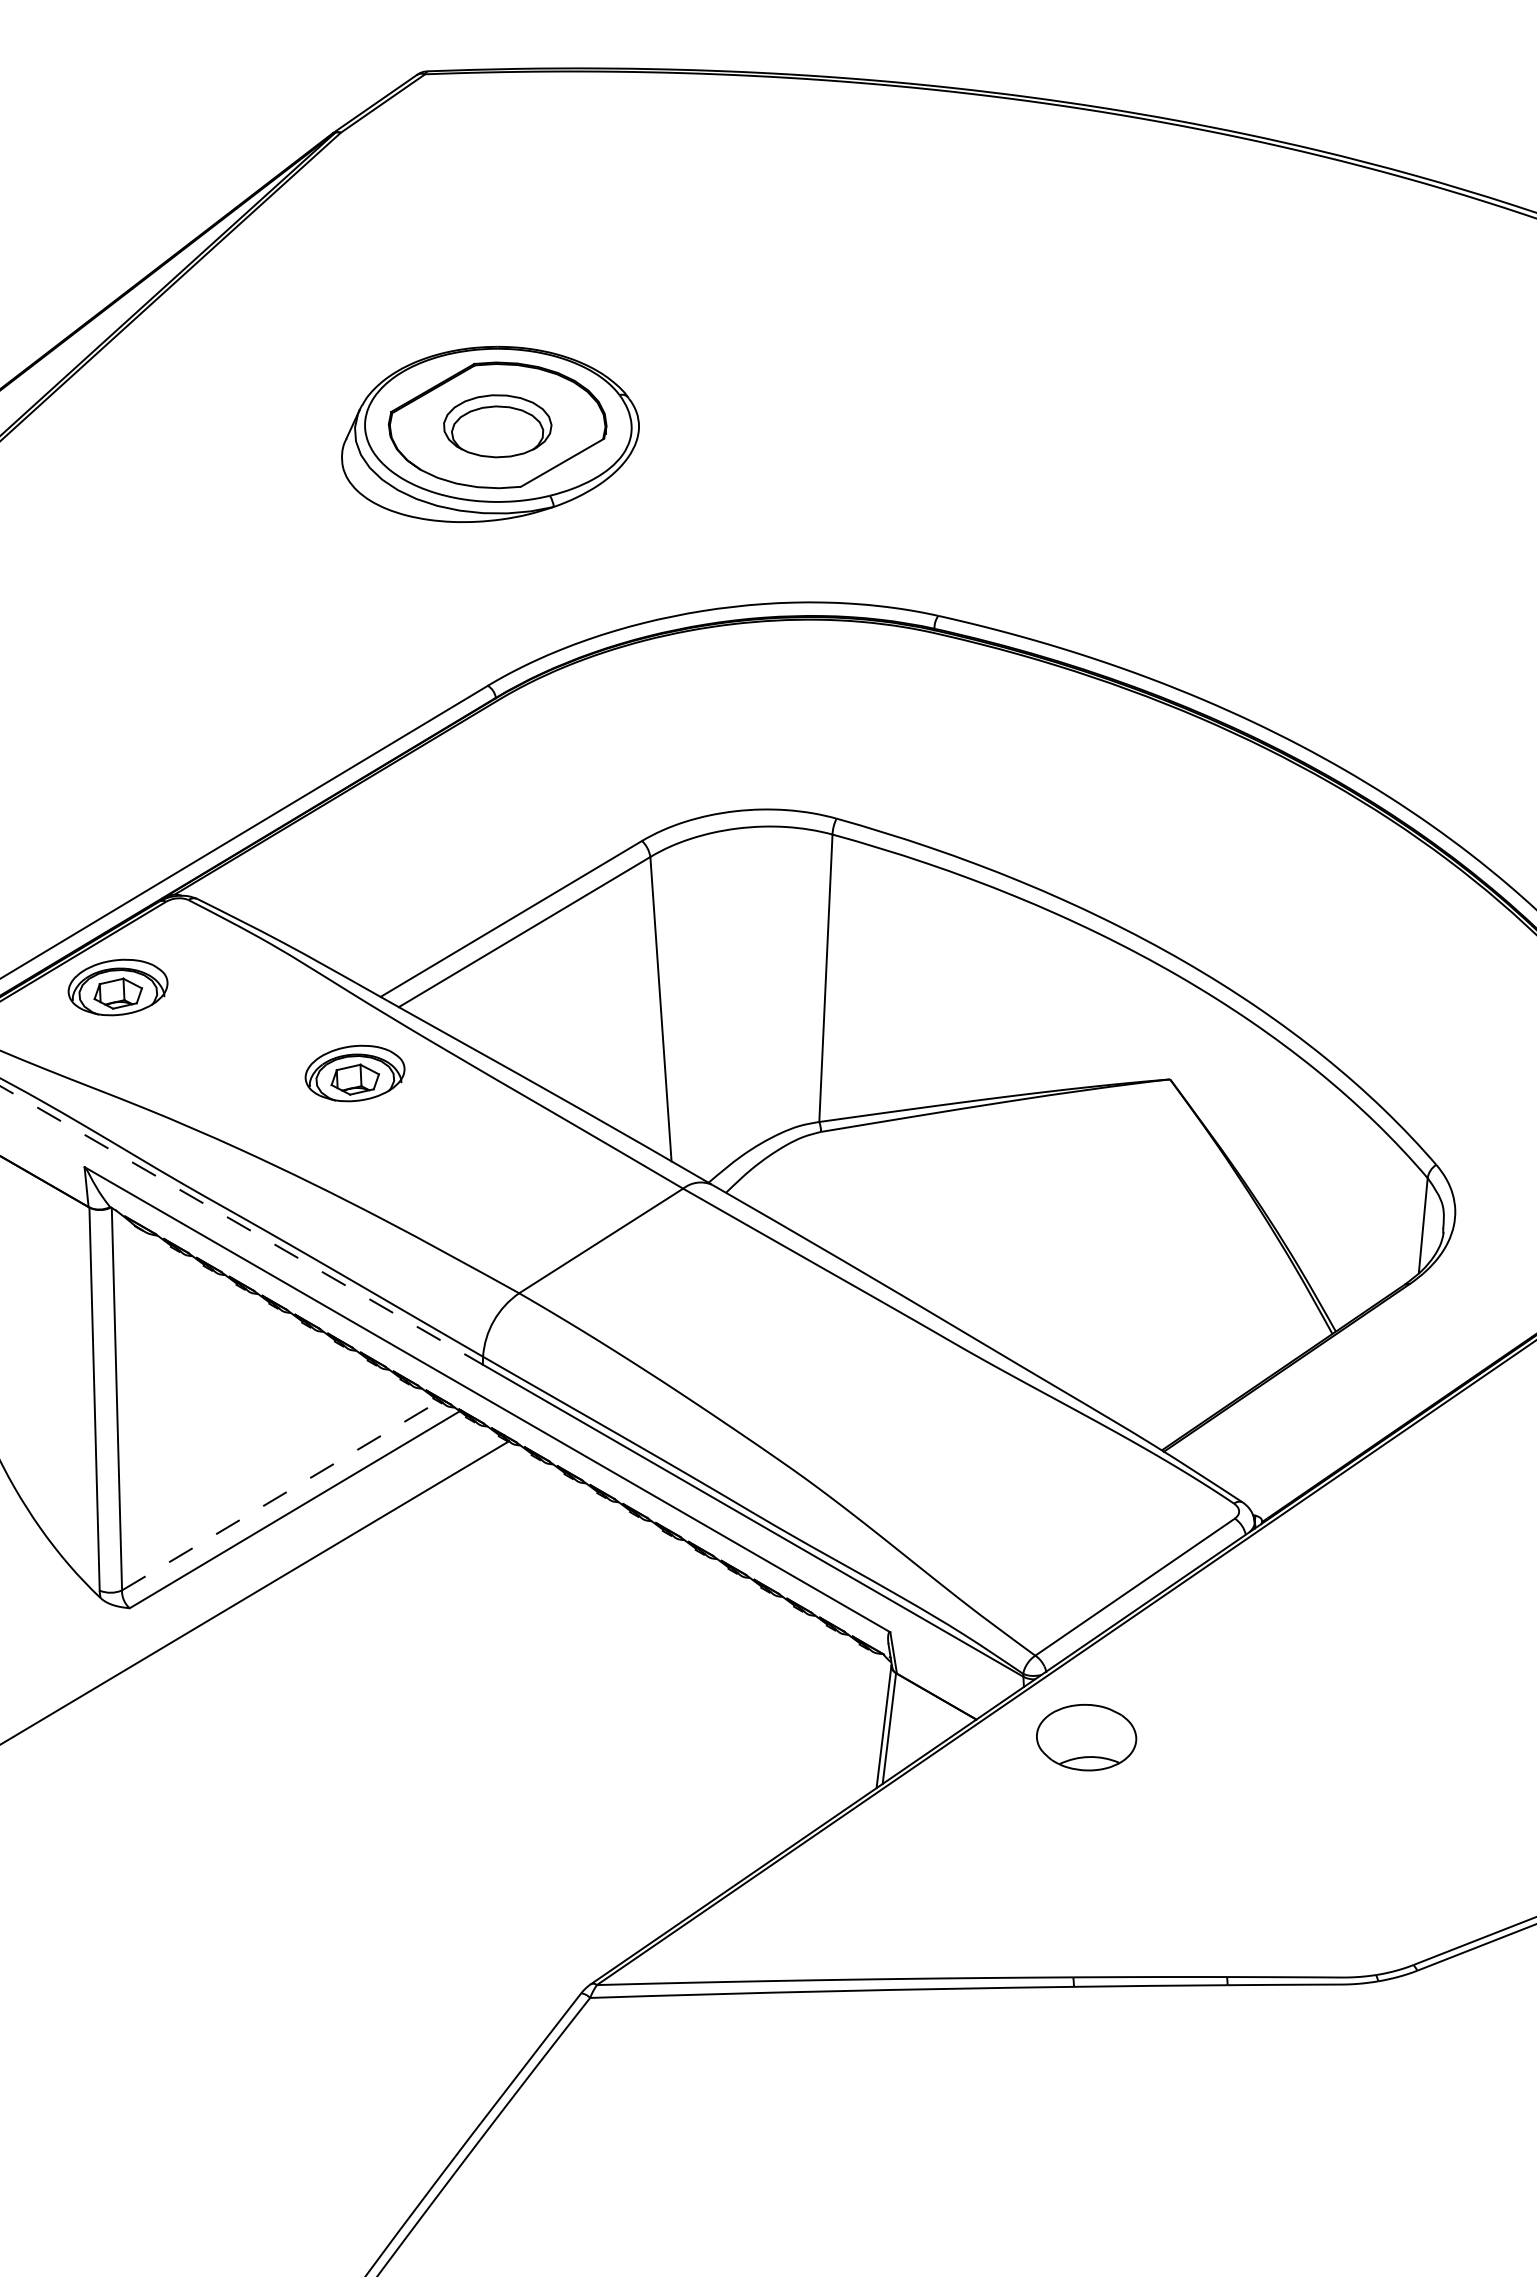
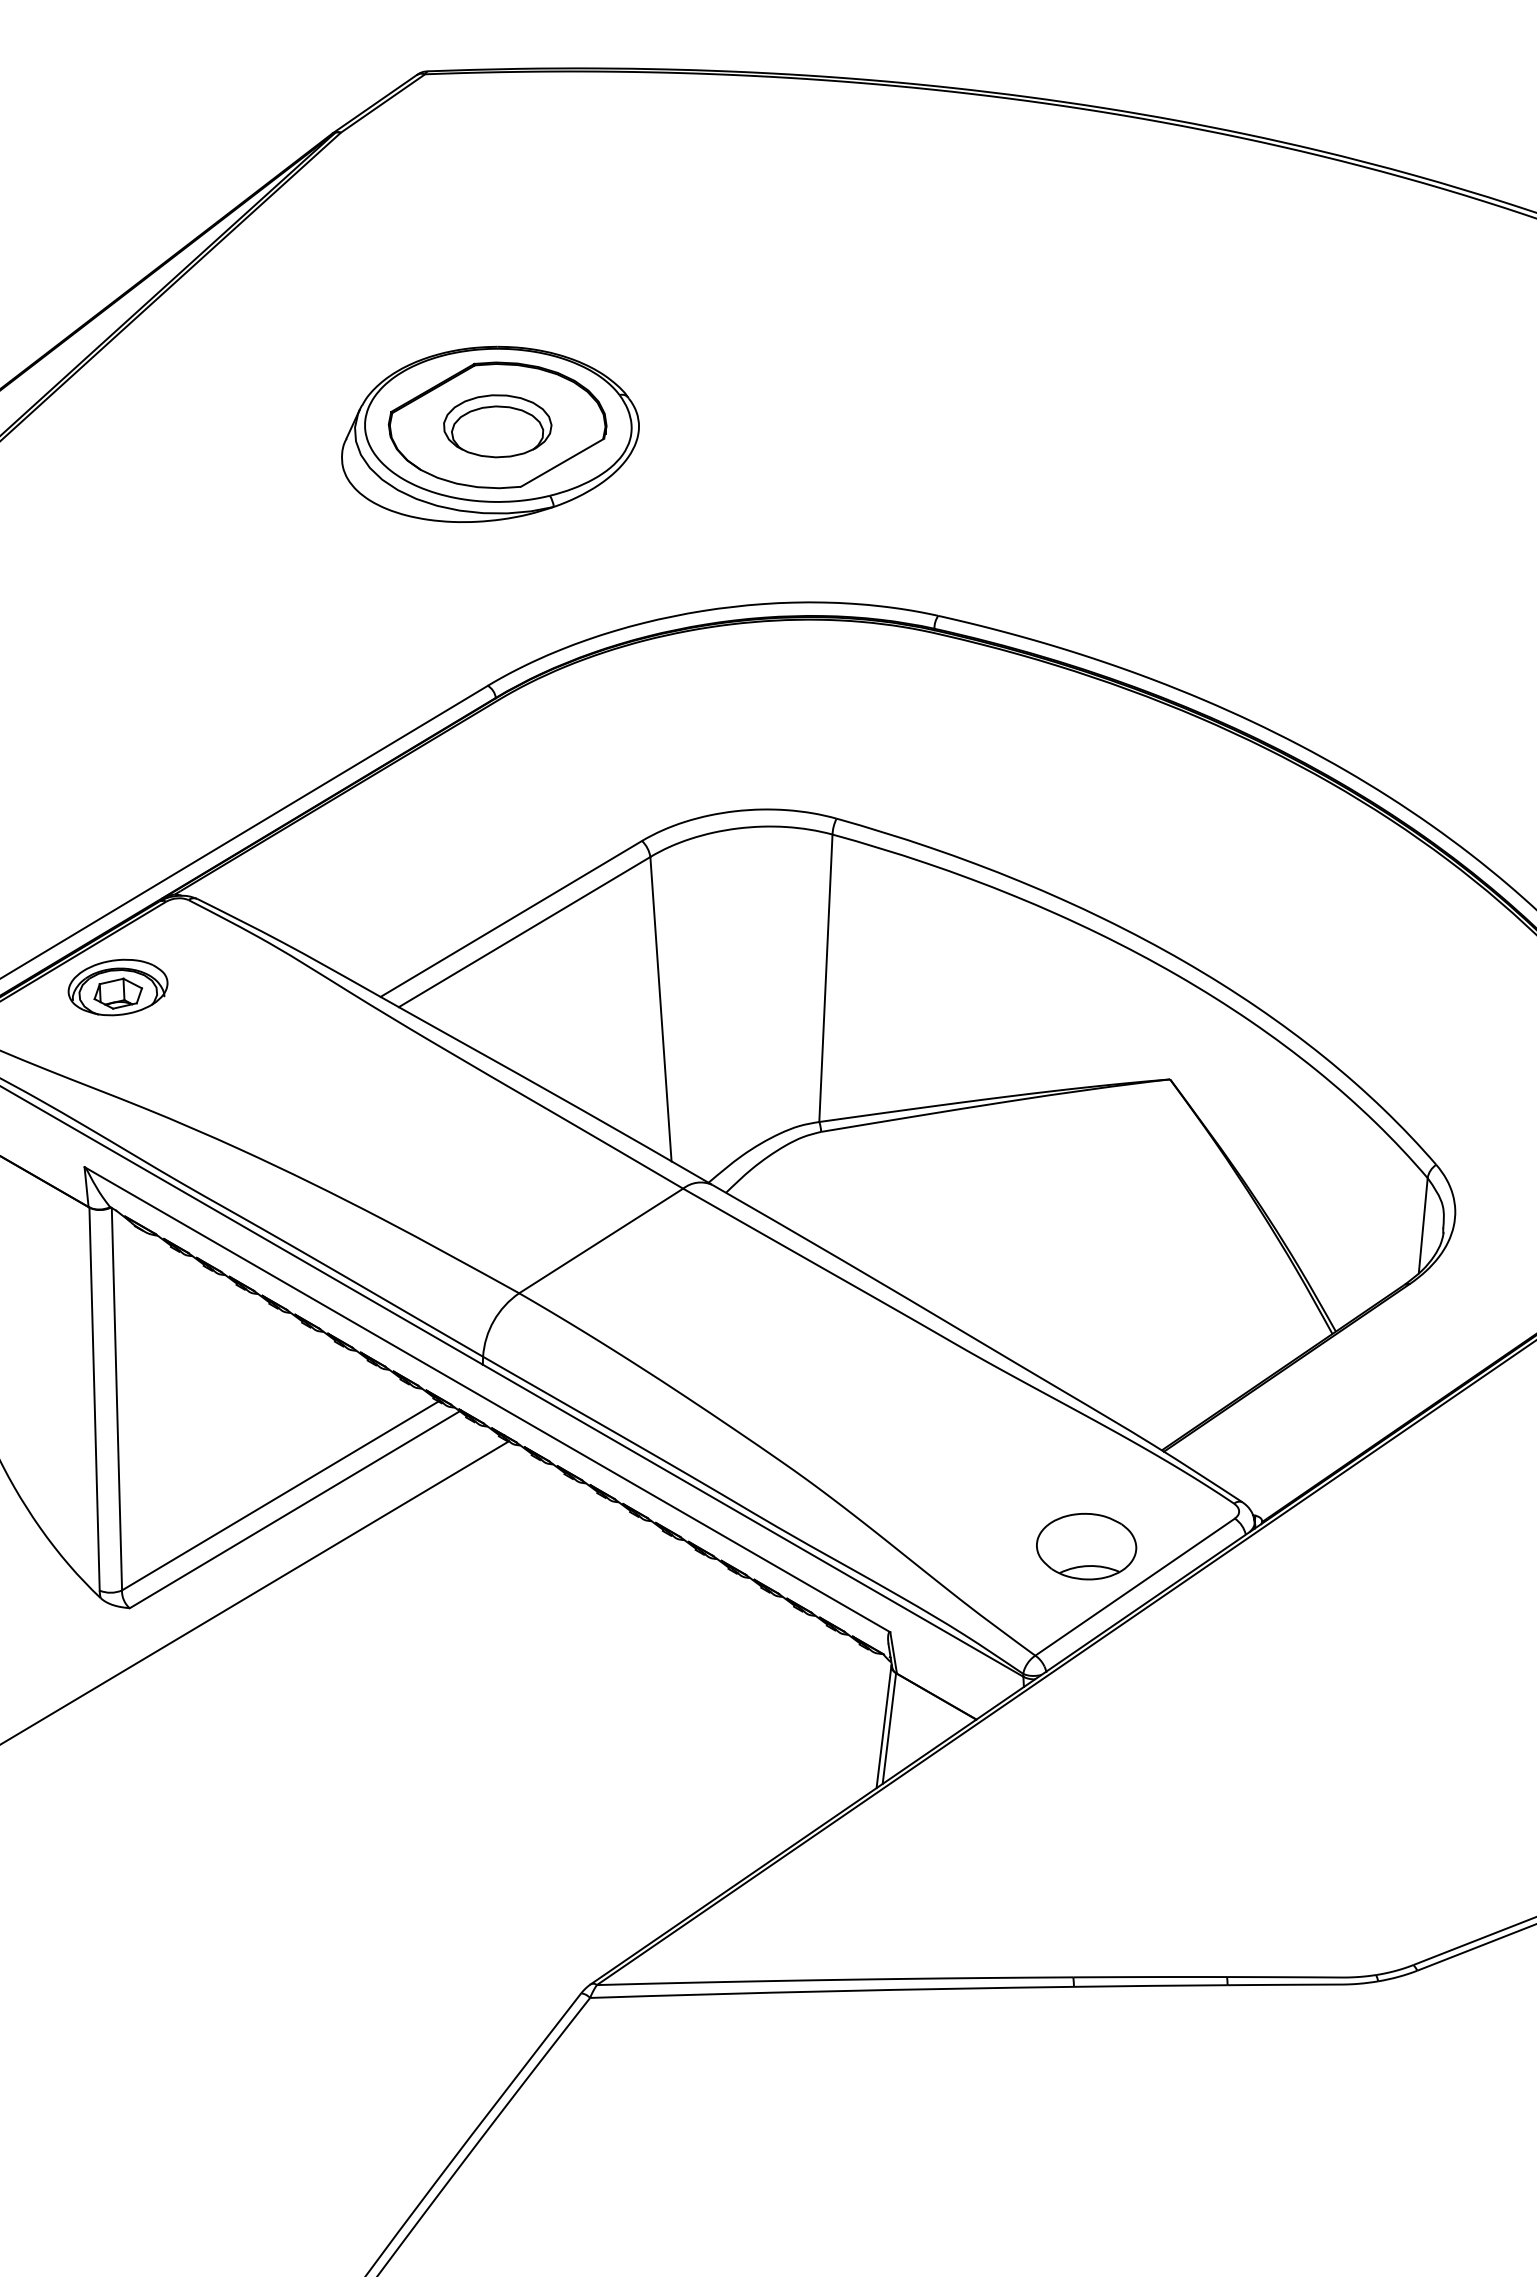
part at (354, 1073): present -> none
line at (241, 1225): dashed -> solid
line at (280, 1495): dashed -> solid
part at (1086, 1737) position: (1086, 1737) -> (1086, 1546)
